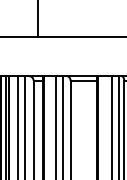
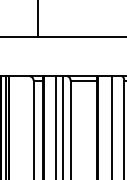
line at (18, 126): present -> none
line at (24, 126): present -> none
line at (118, 126): present -> none
